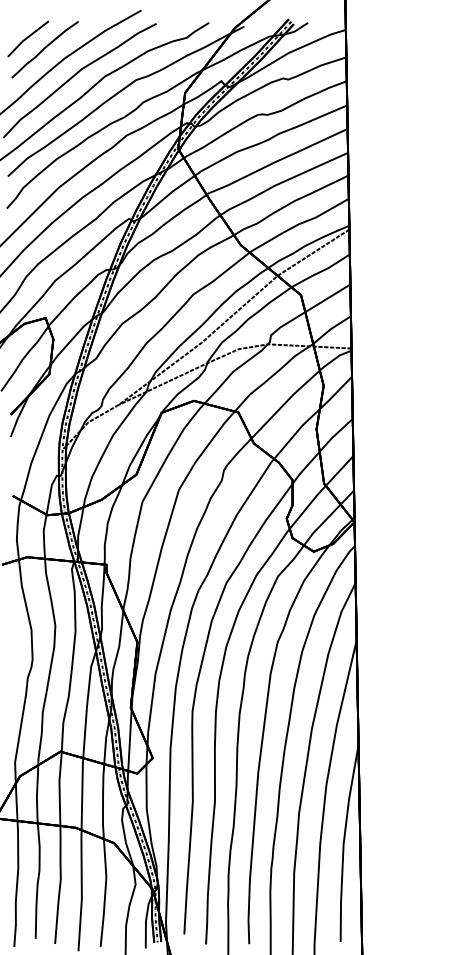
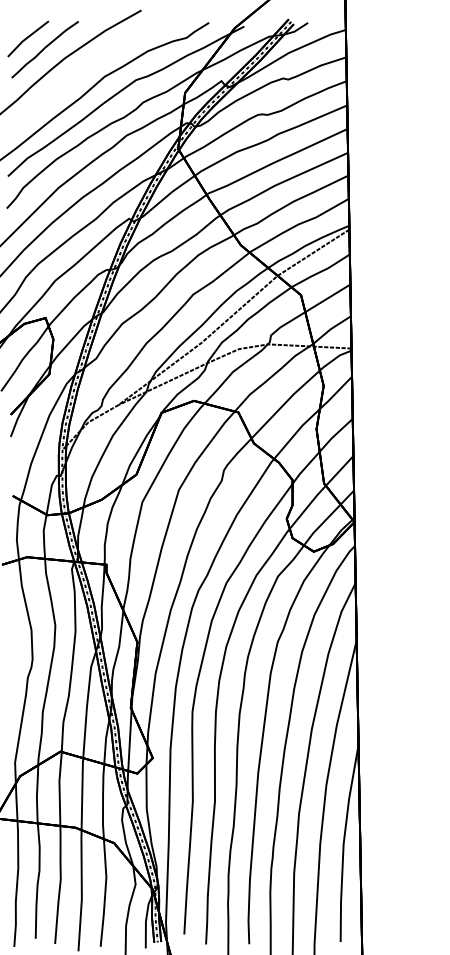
curve at (77, 74): present -> none
